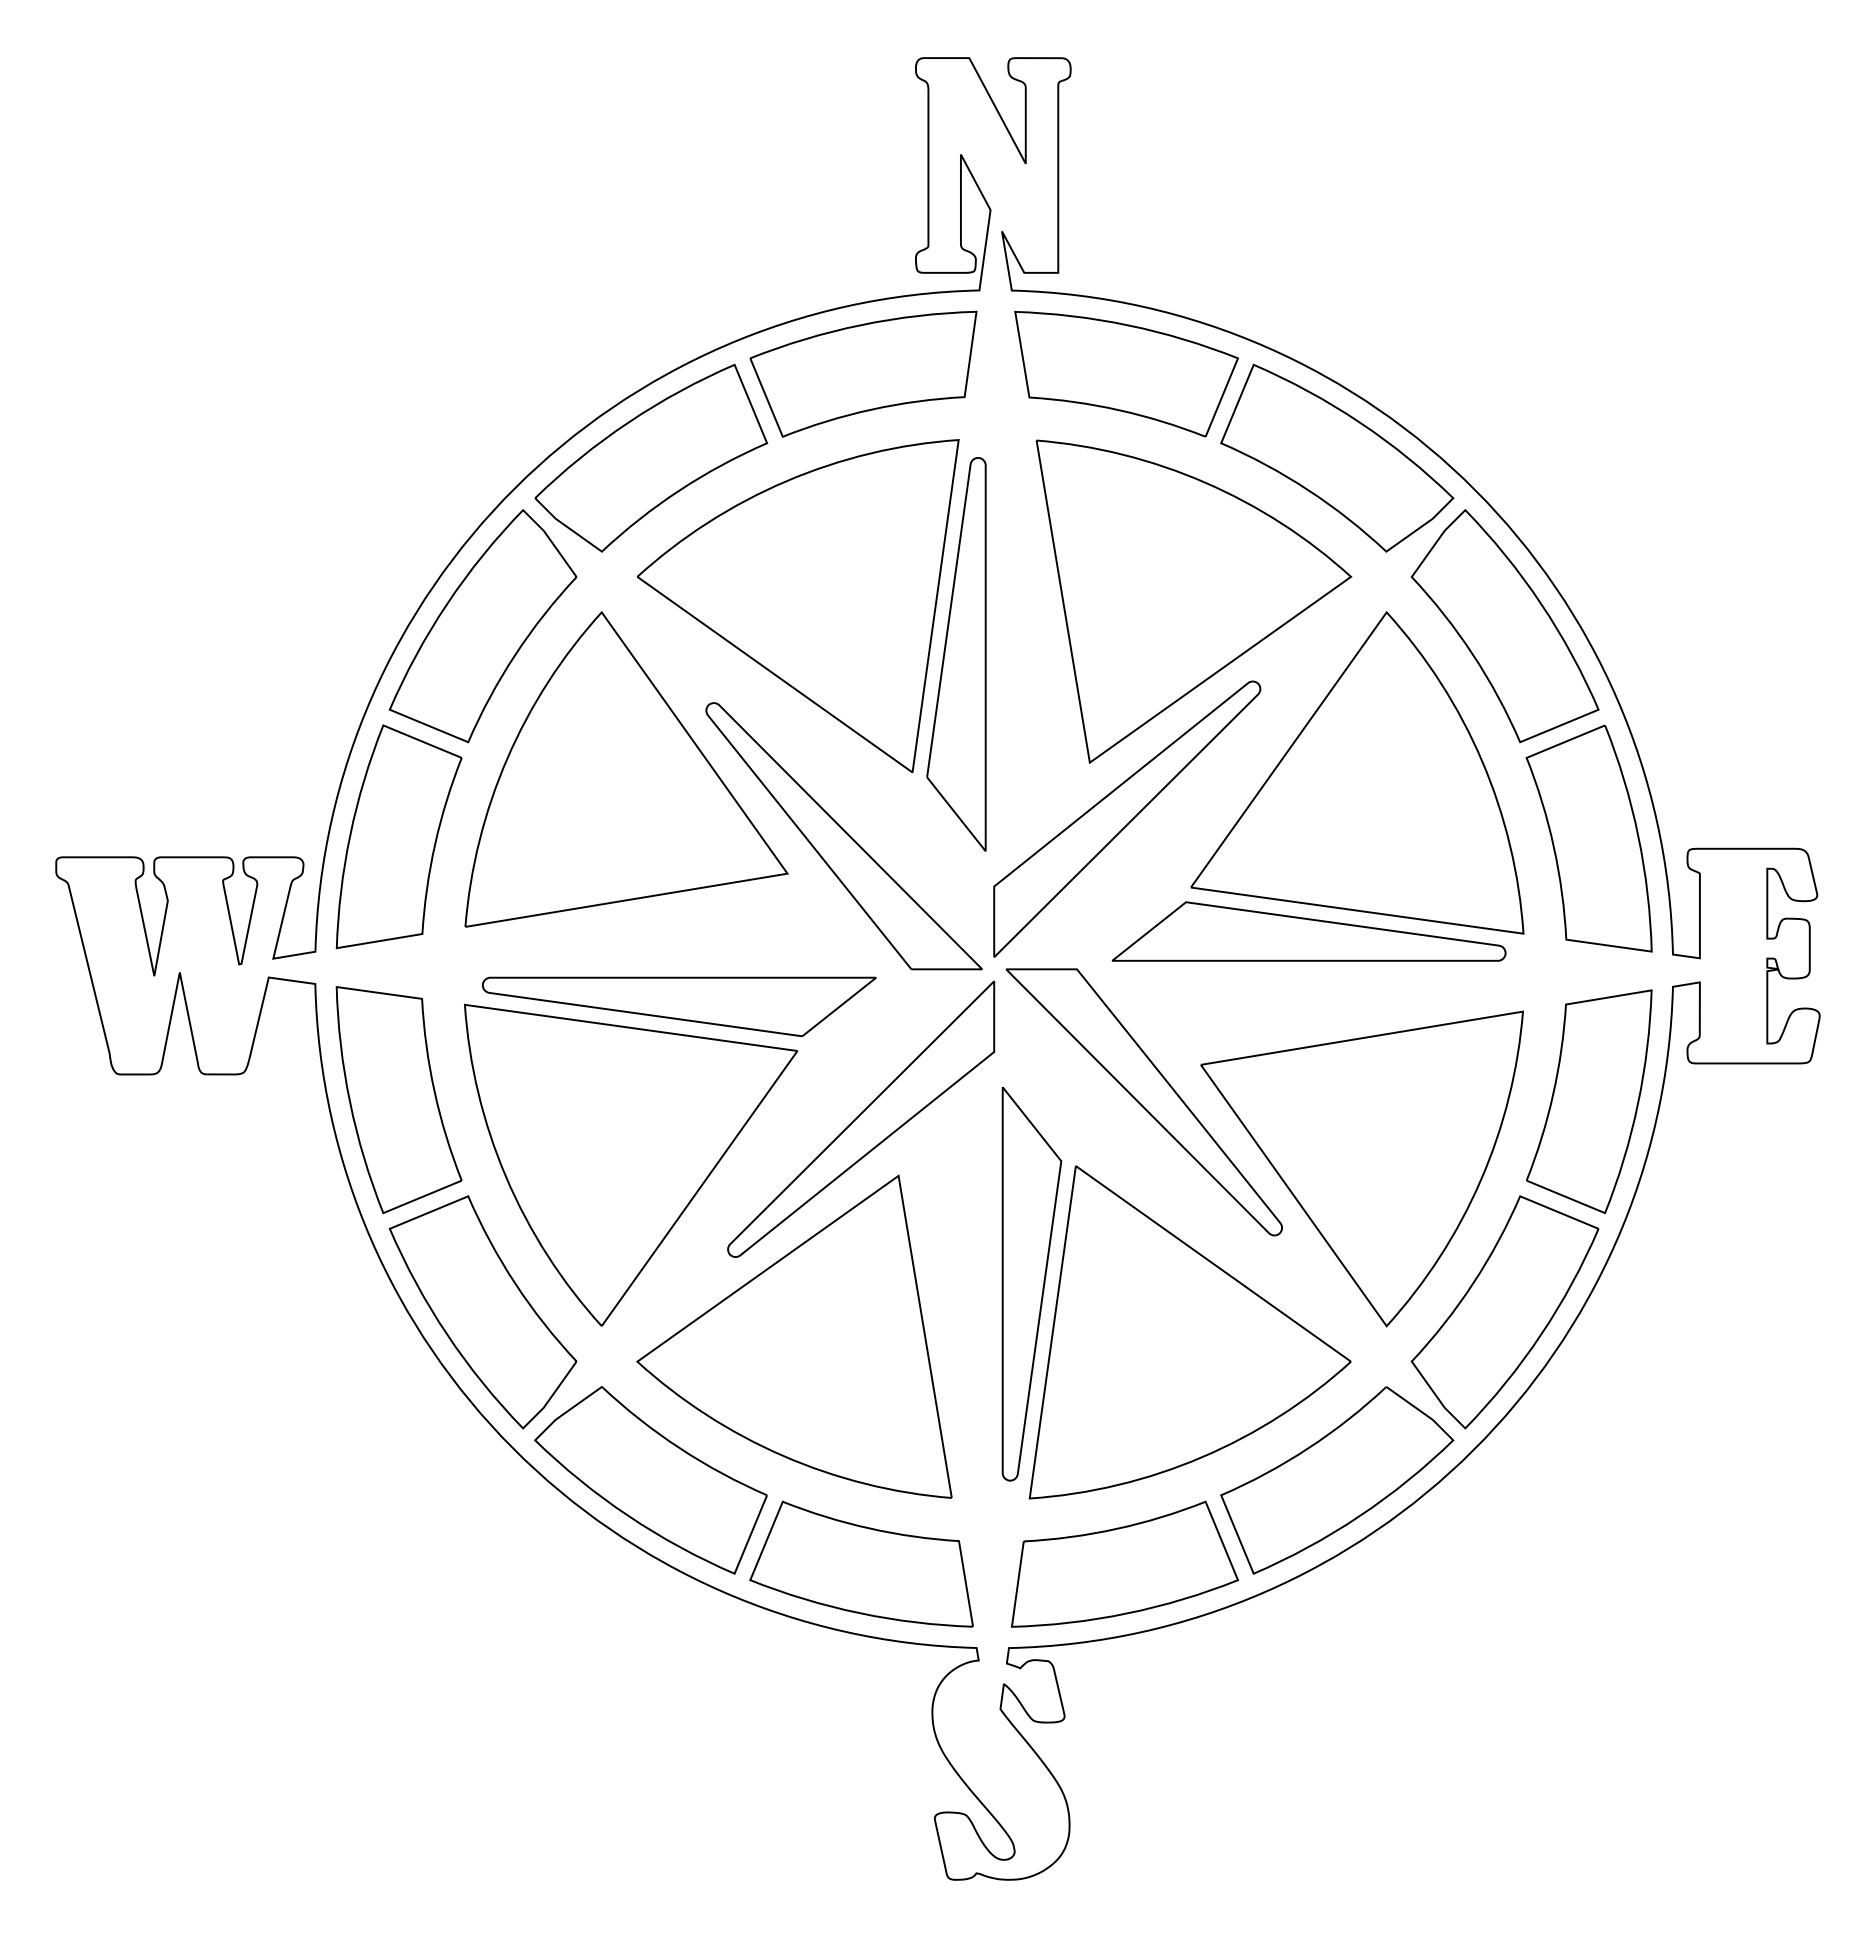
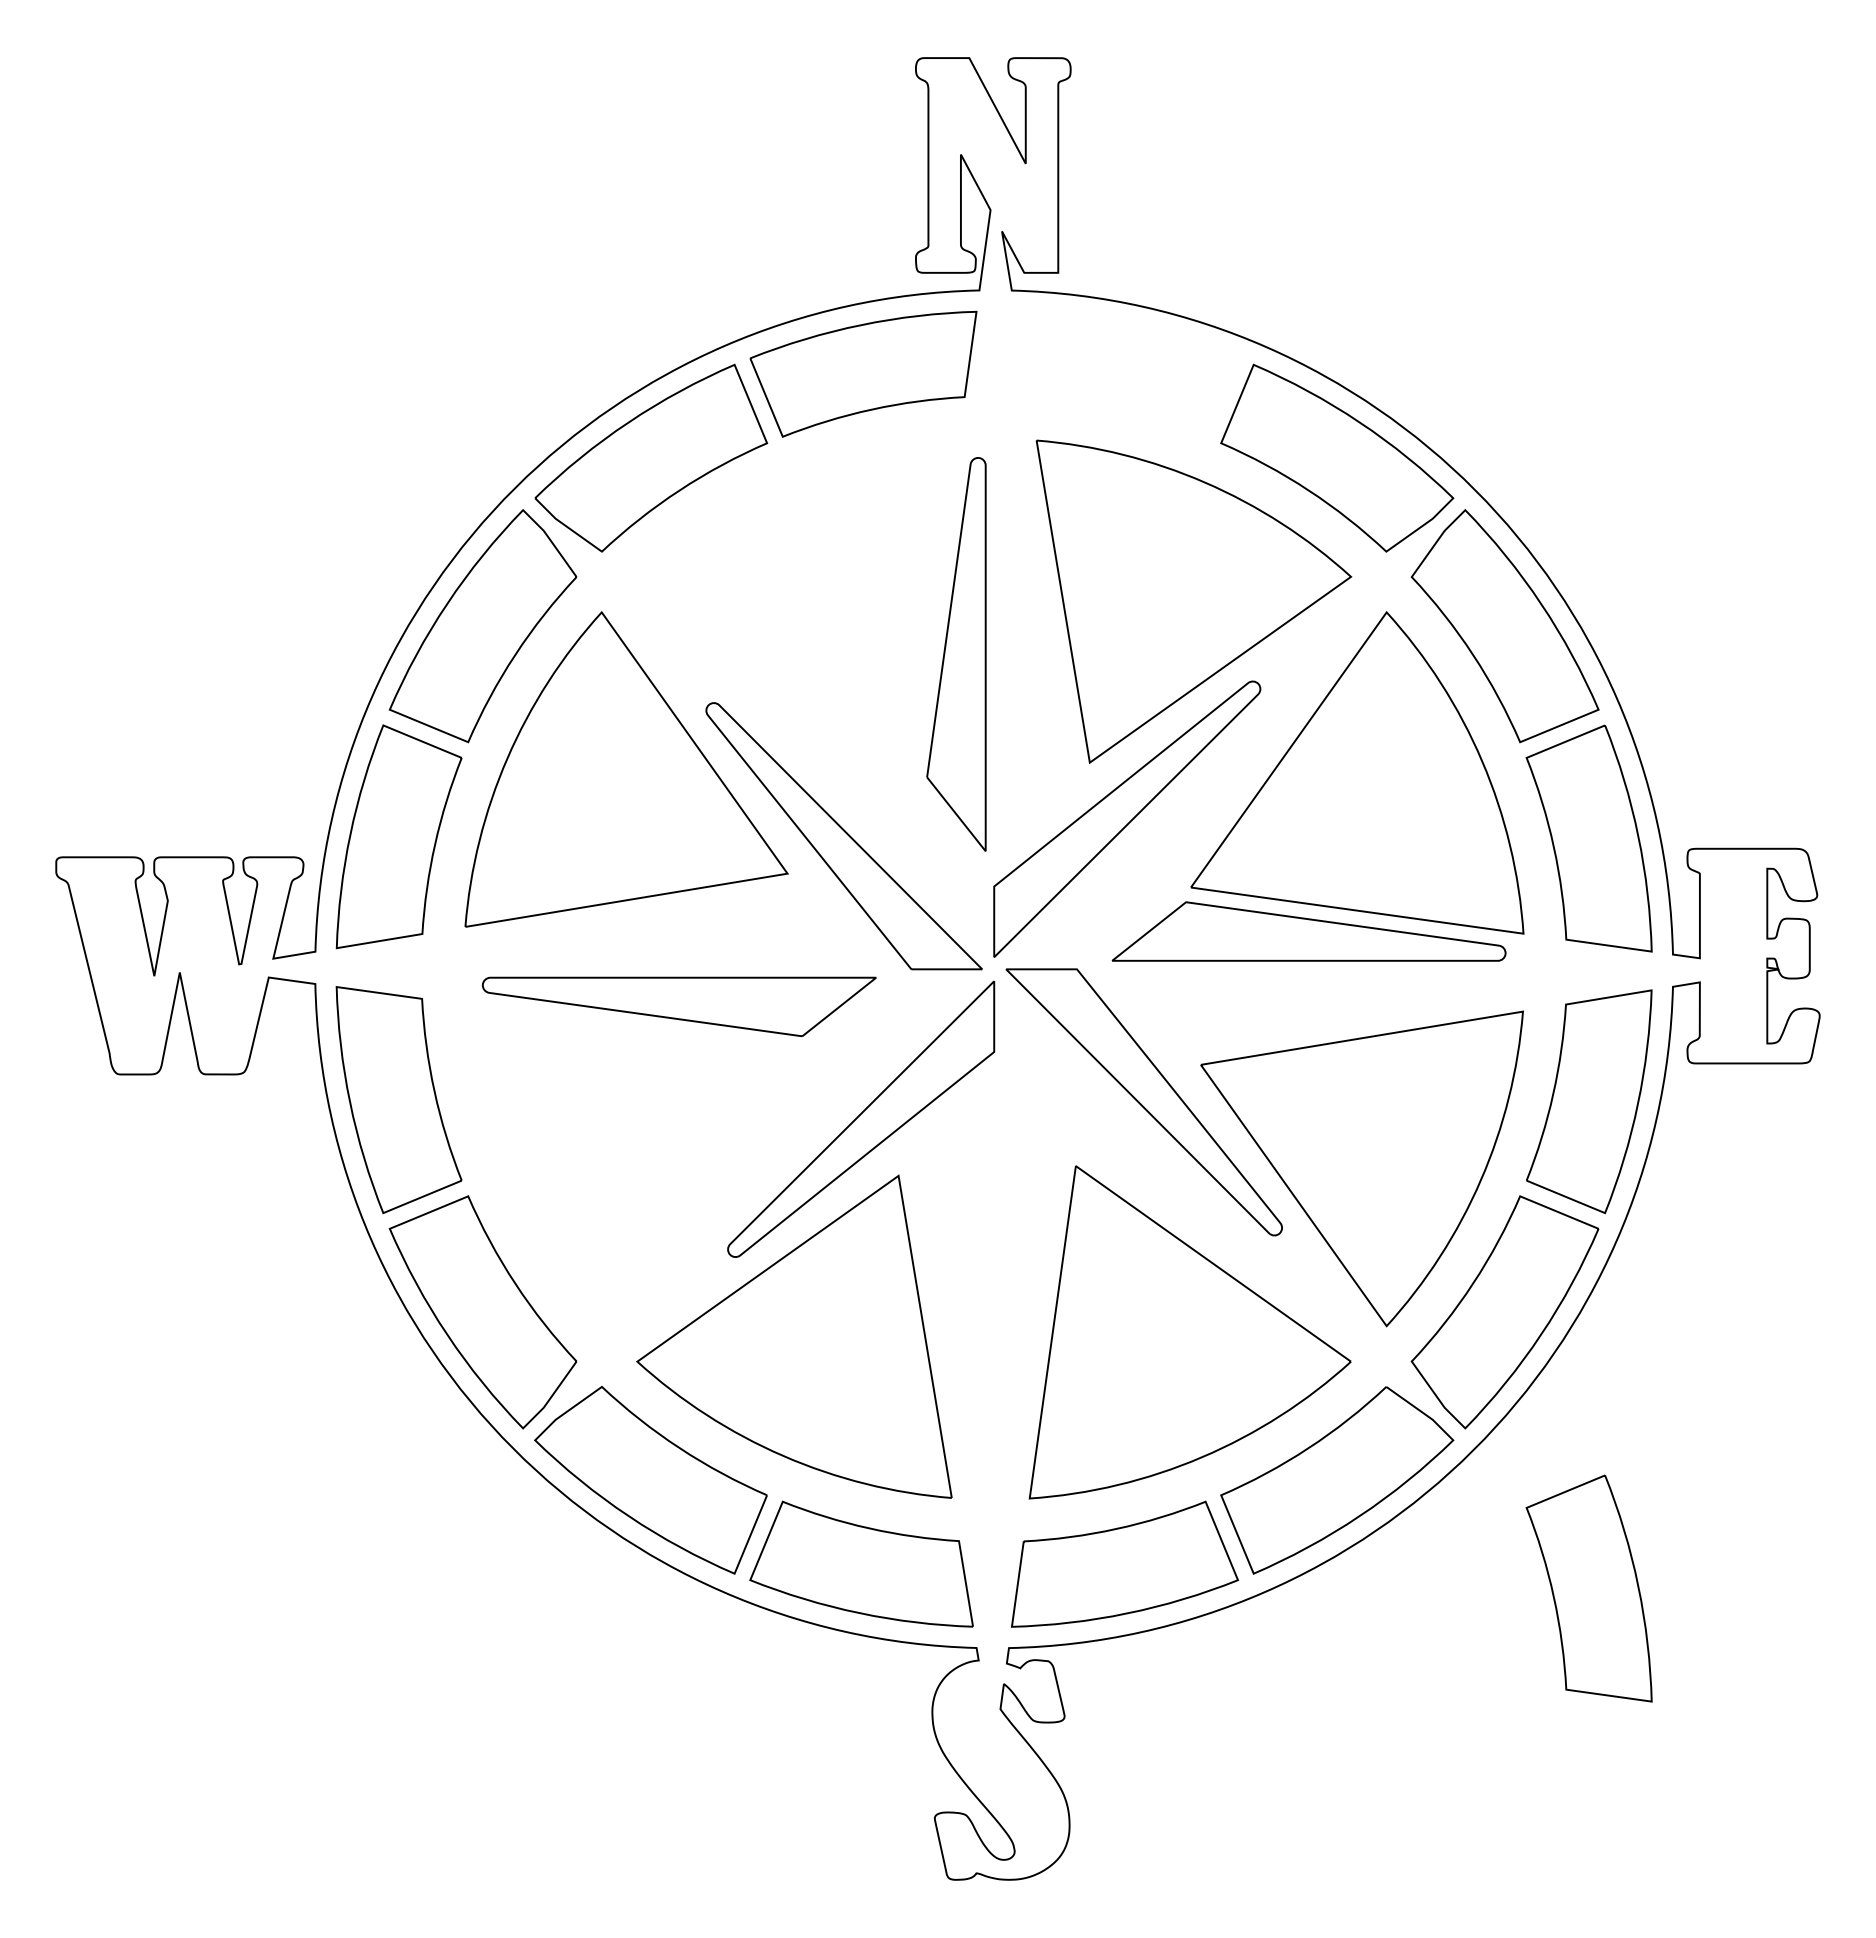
part at (1126, 374): present -> none
part at (798, 605): present -> none
part at (631, 1164): present -> none
part at (1031, 1283): present -> none
part at (1588, 1588): none -> present
